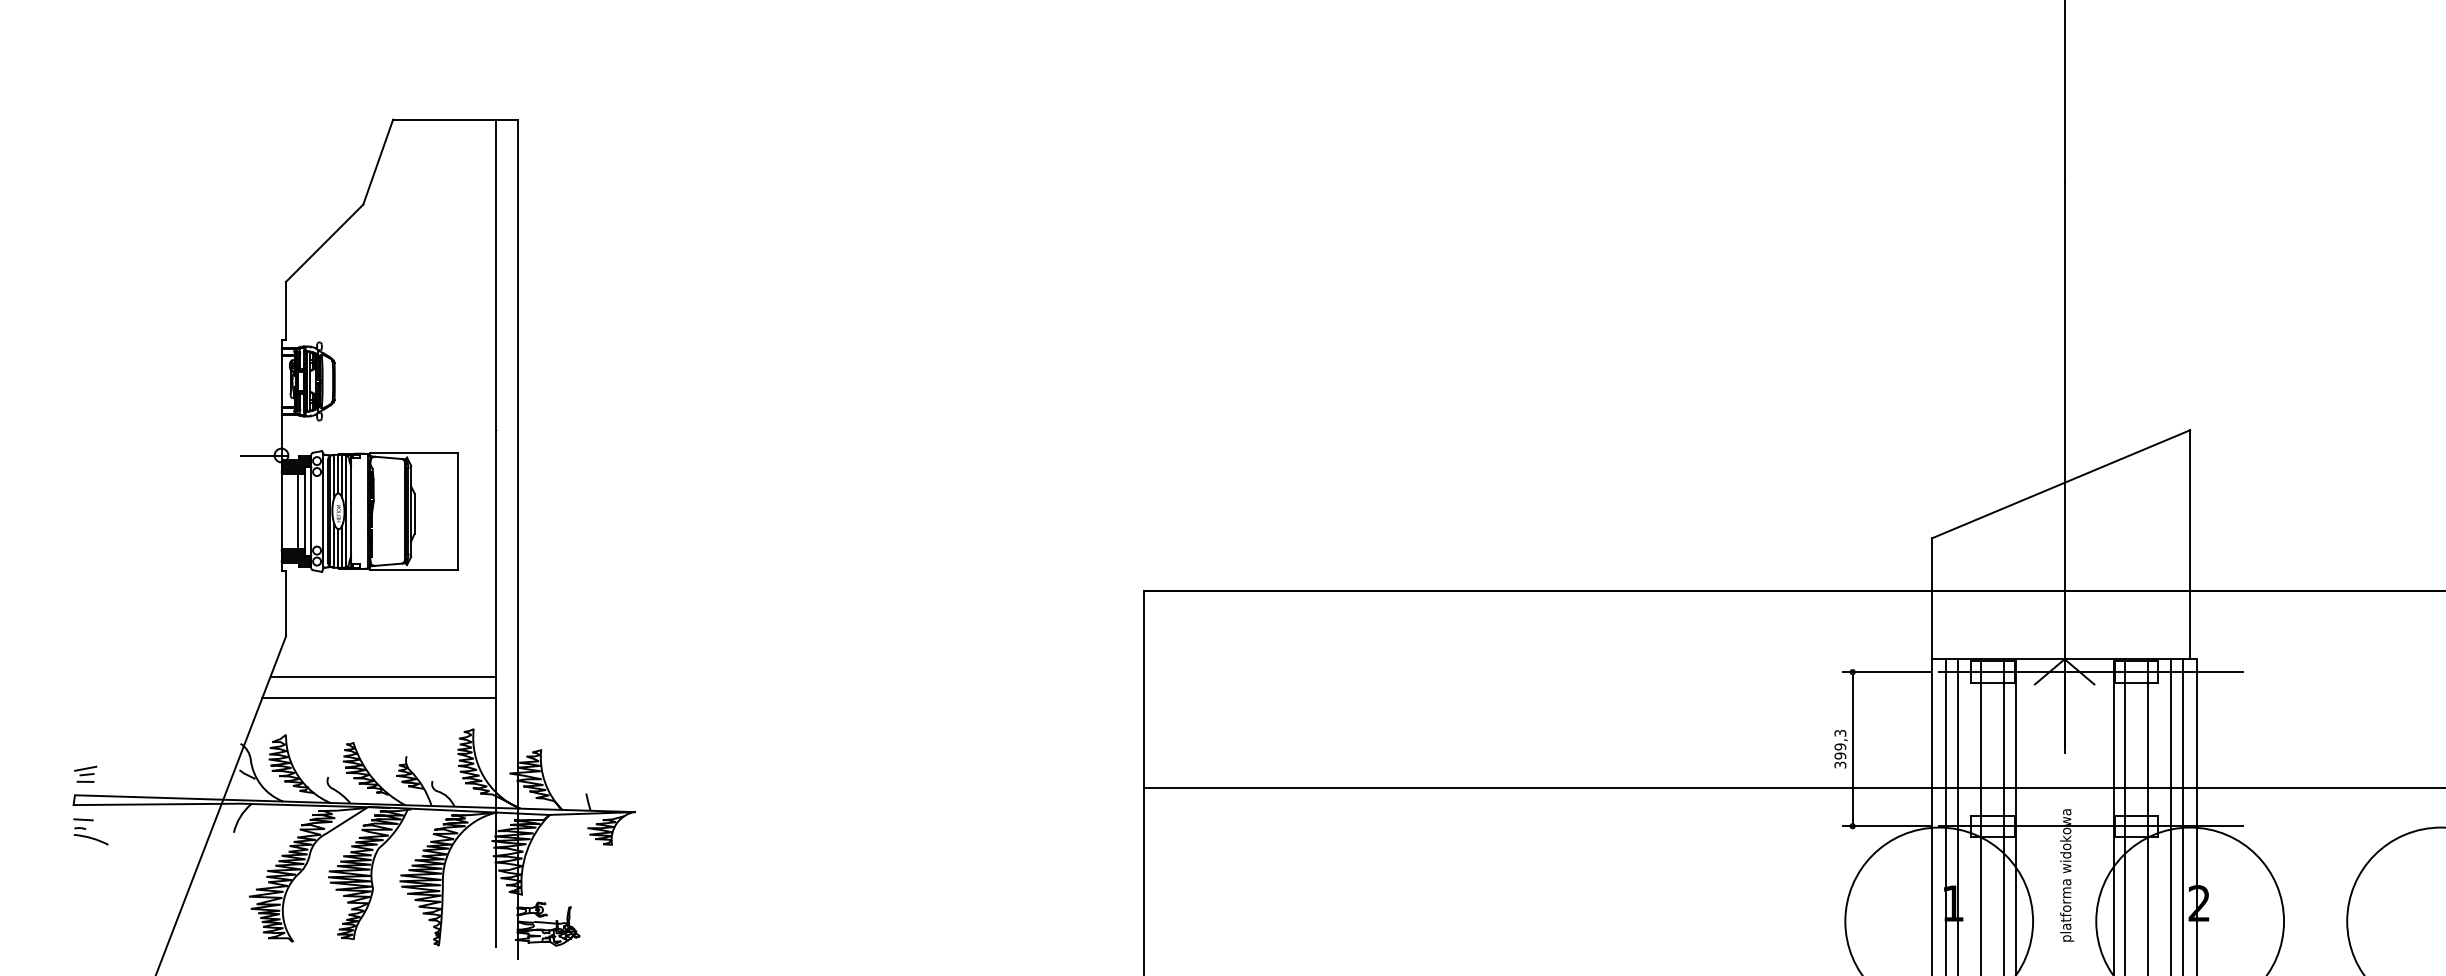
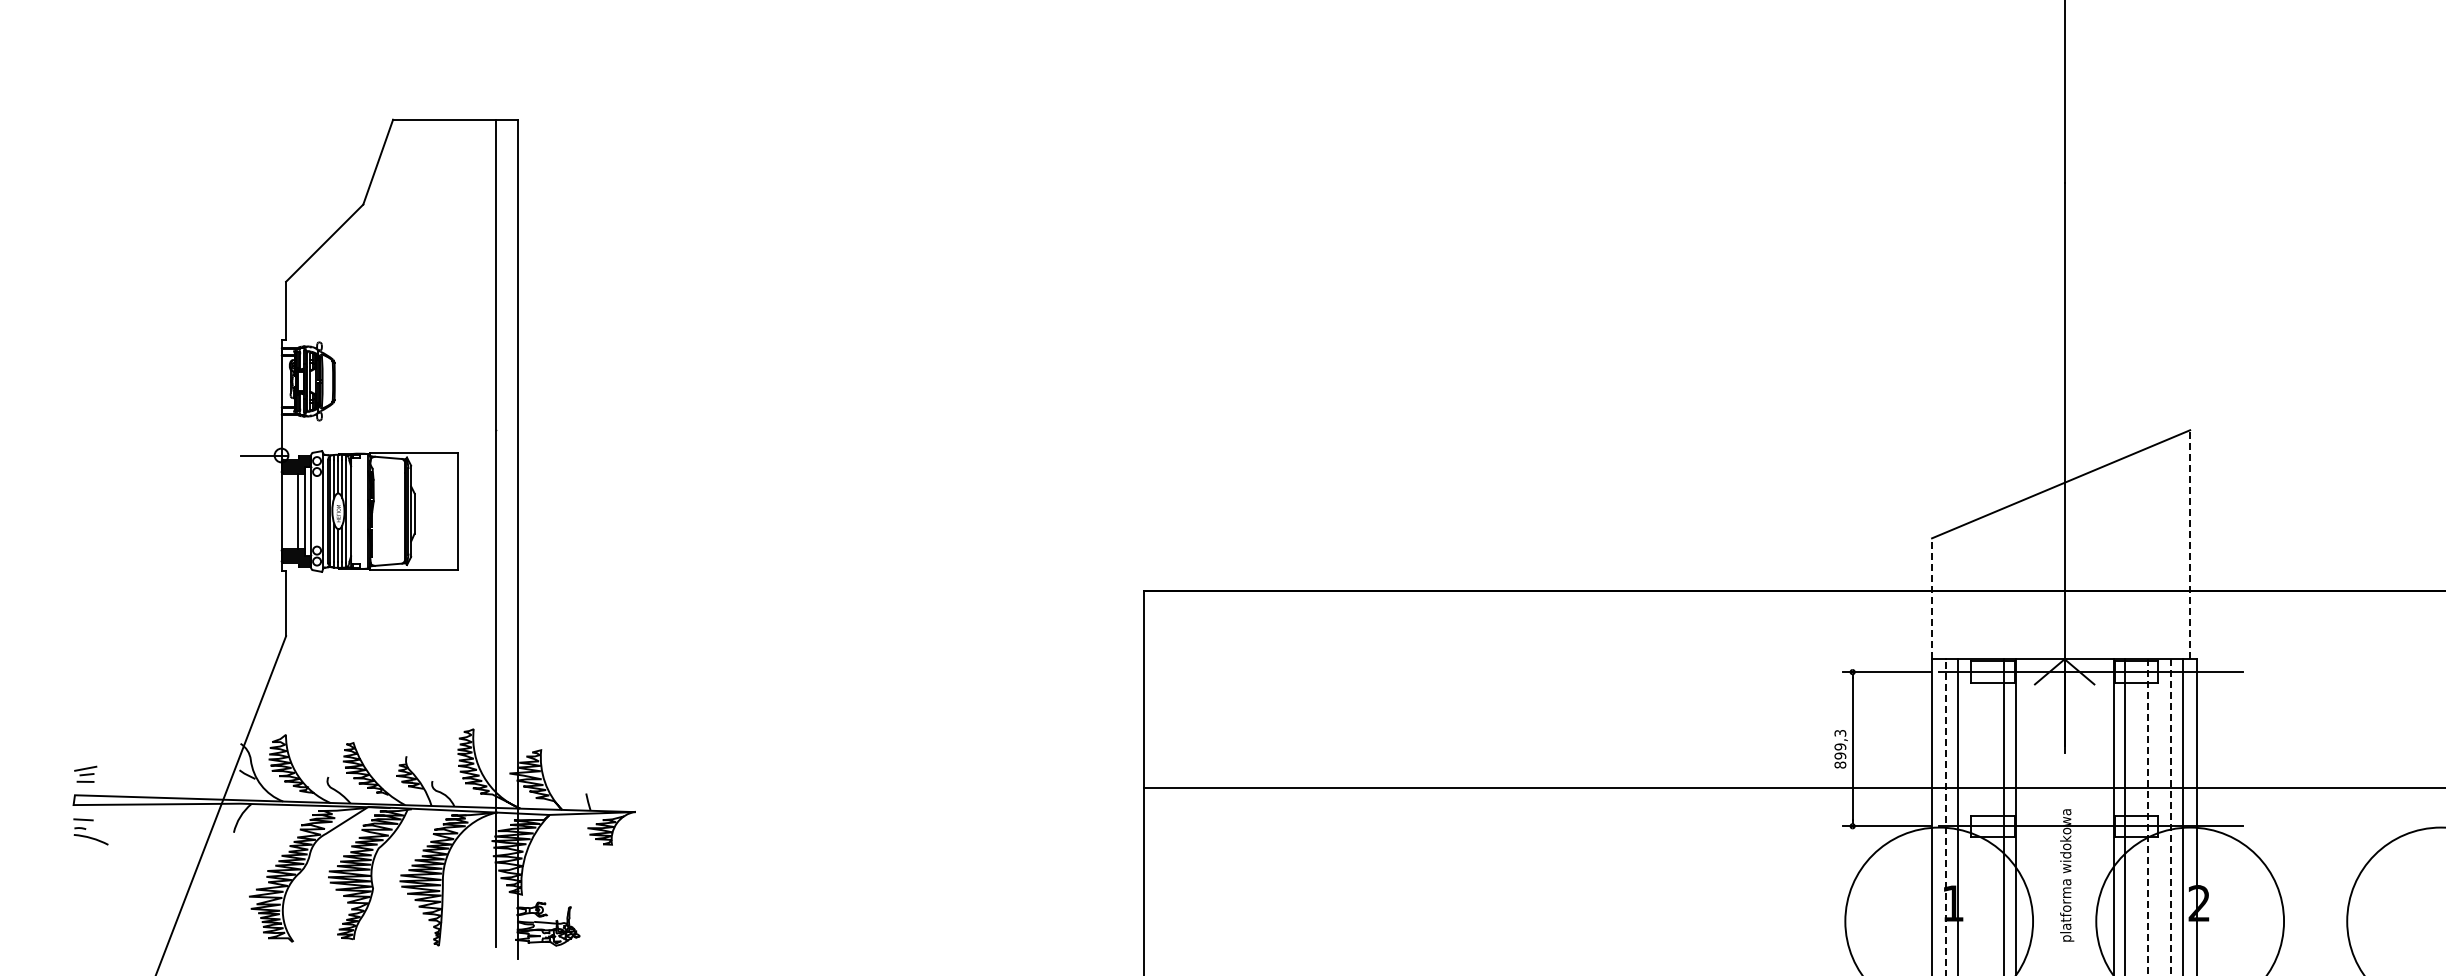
line at (2190, 544): solid -> dashed
line at (1932, 598): solid -> dashed
line at (383, 676): present -> none
line at (379, 698): present -> none
text at (1840, 764): 399,3 -> 899,3
line at (1981, 815): present -> none
line at (1946, 817): solid -> dashed
line at (2148, 817): solid -> dashed
line at (2171, 817): solid -> dashed
